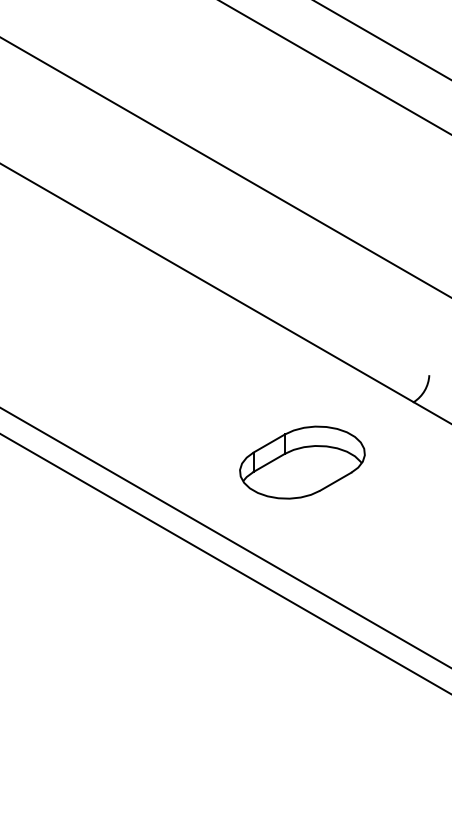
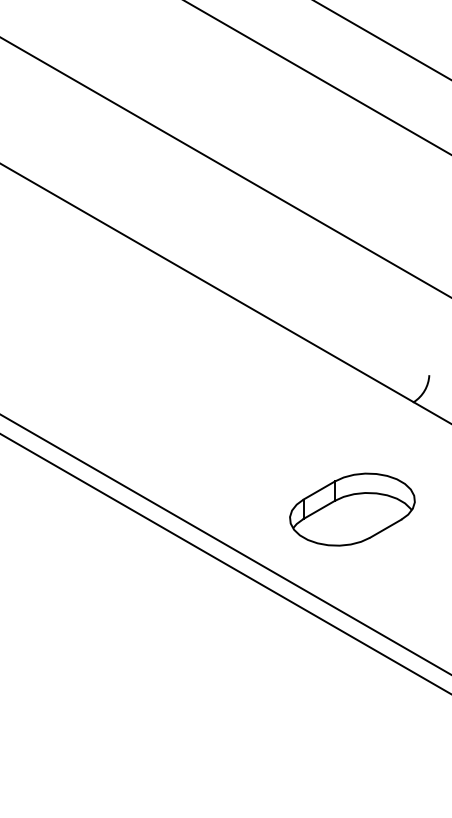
line at (334, 67) position: (334, 67) -> (317, 77)
part at (302, 462) position: (302, 462) -> (352, 509)
line at (225, 537) position: (225, 537) -> (225, 544)
